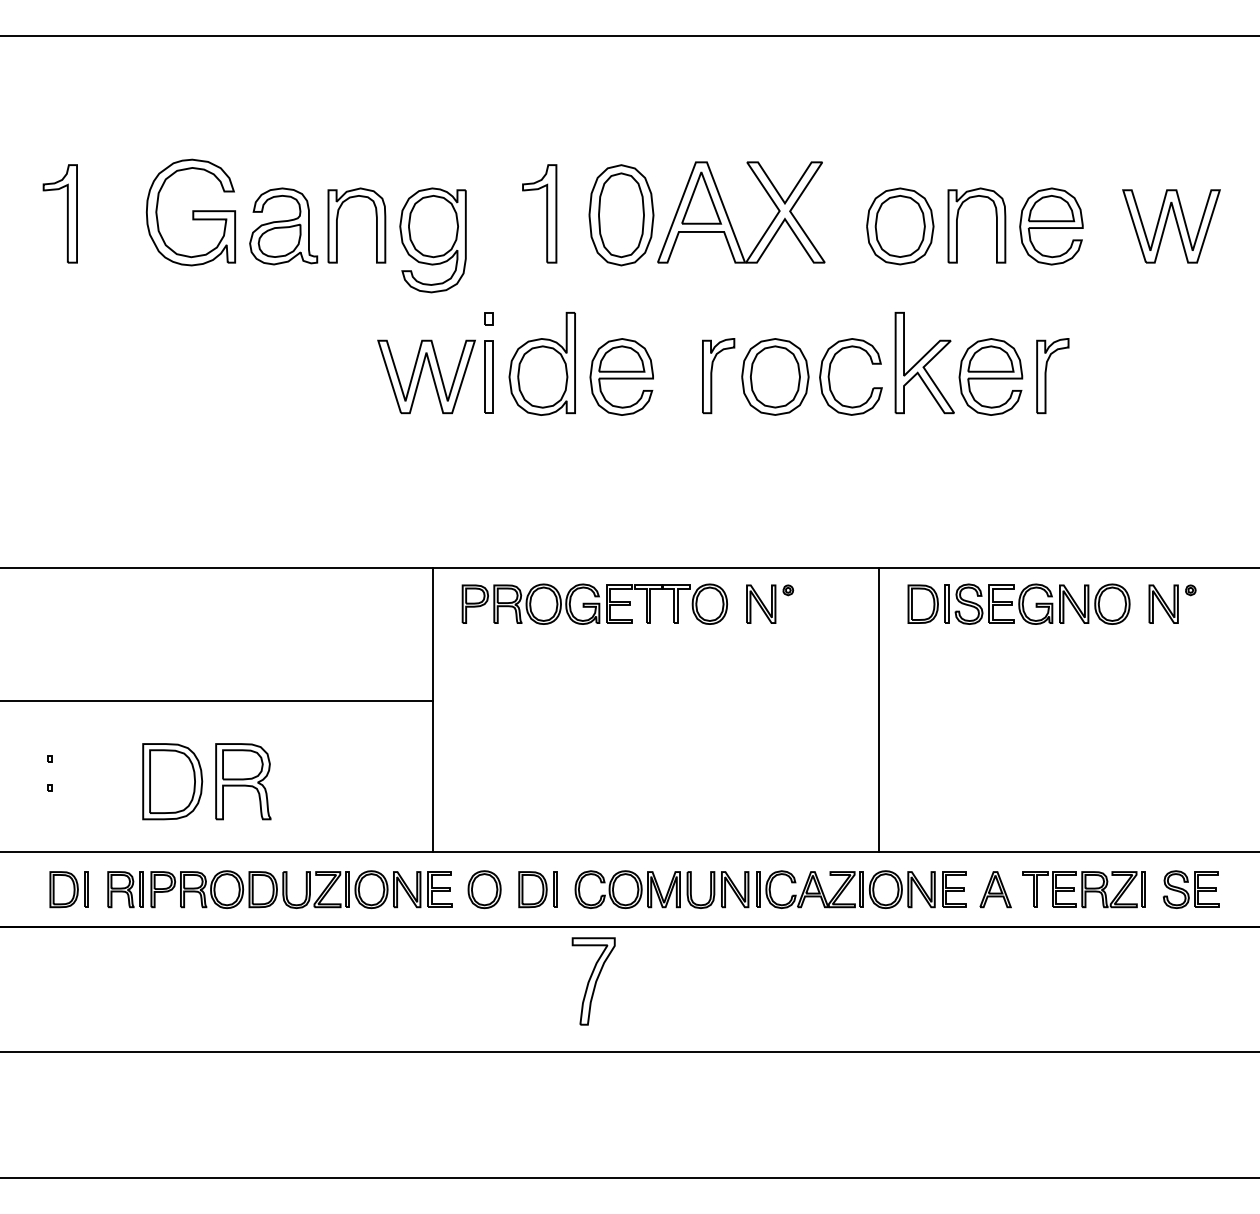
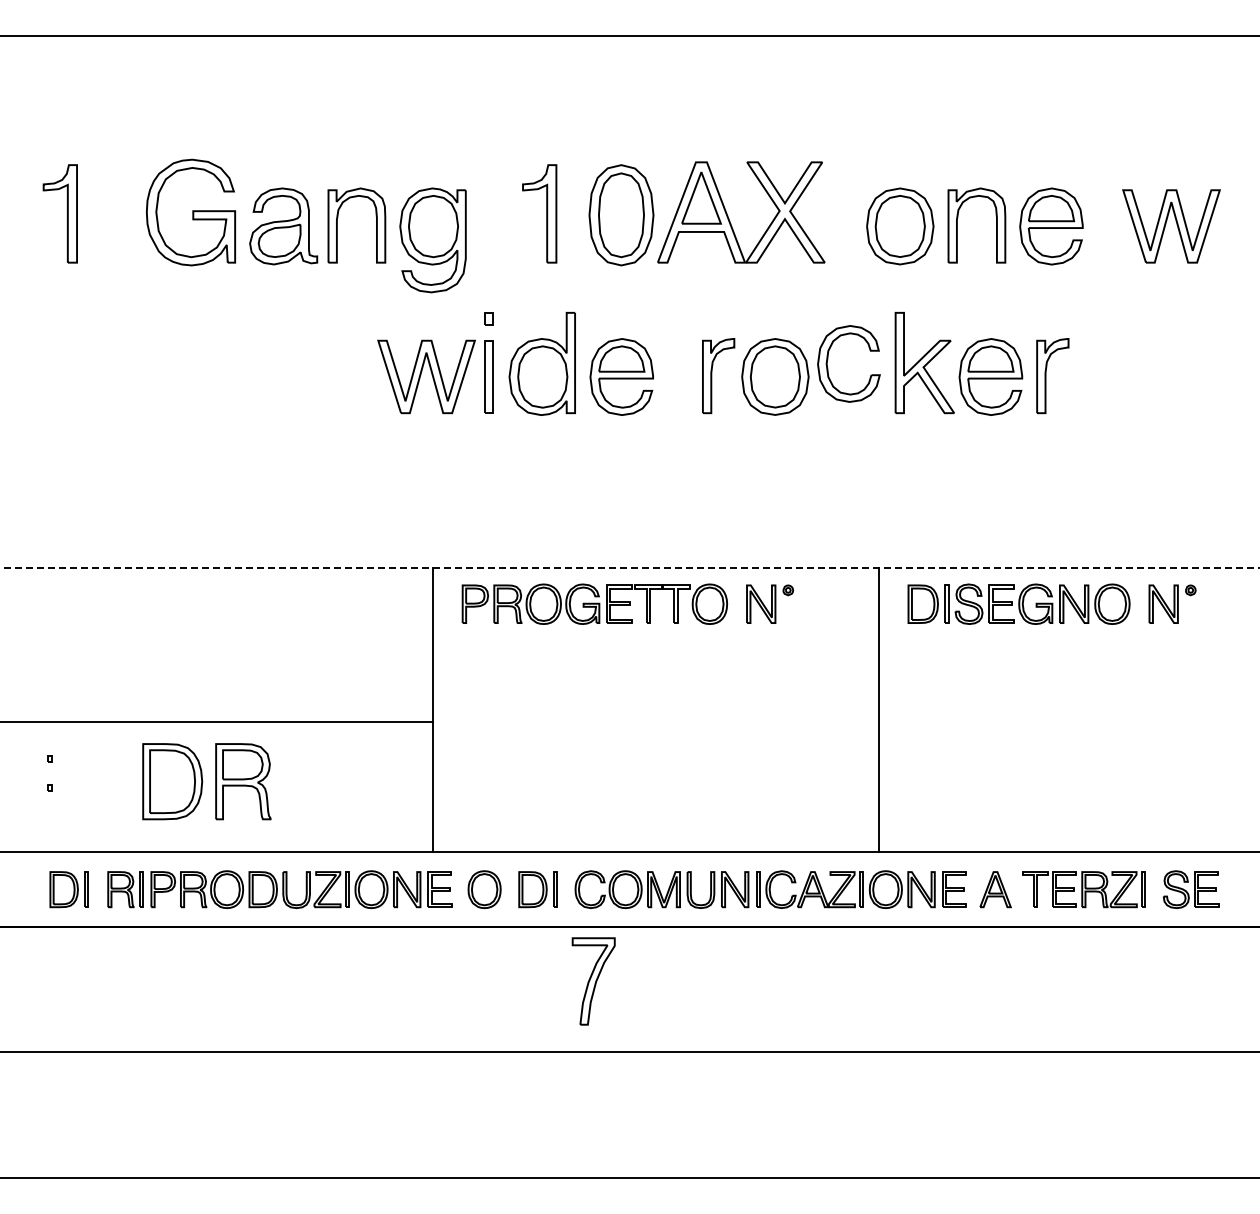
part at (830, 372) position: (830, 372) -> (828, 359)
line at (630, 568): solid -> dashed
line at (217, 701) position: (217, 701) -> (217, 722)
